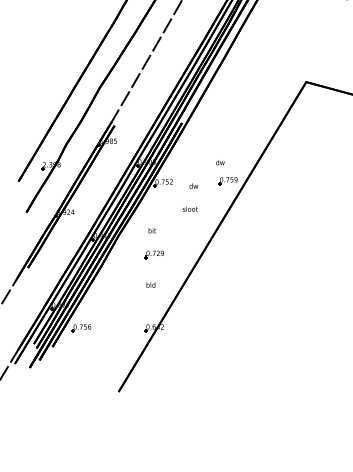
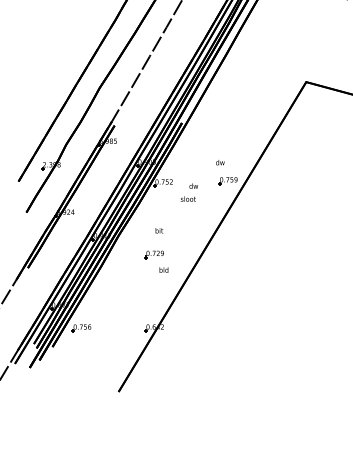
text at (190, 208) position: (190, 208) -> (188, 198)
text at (152, 230) position: (152, 230) -> (159, 230)
text at (150, 284) position: (150, 284) -> (163, 269)
